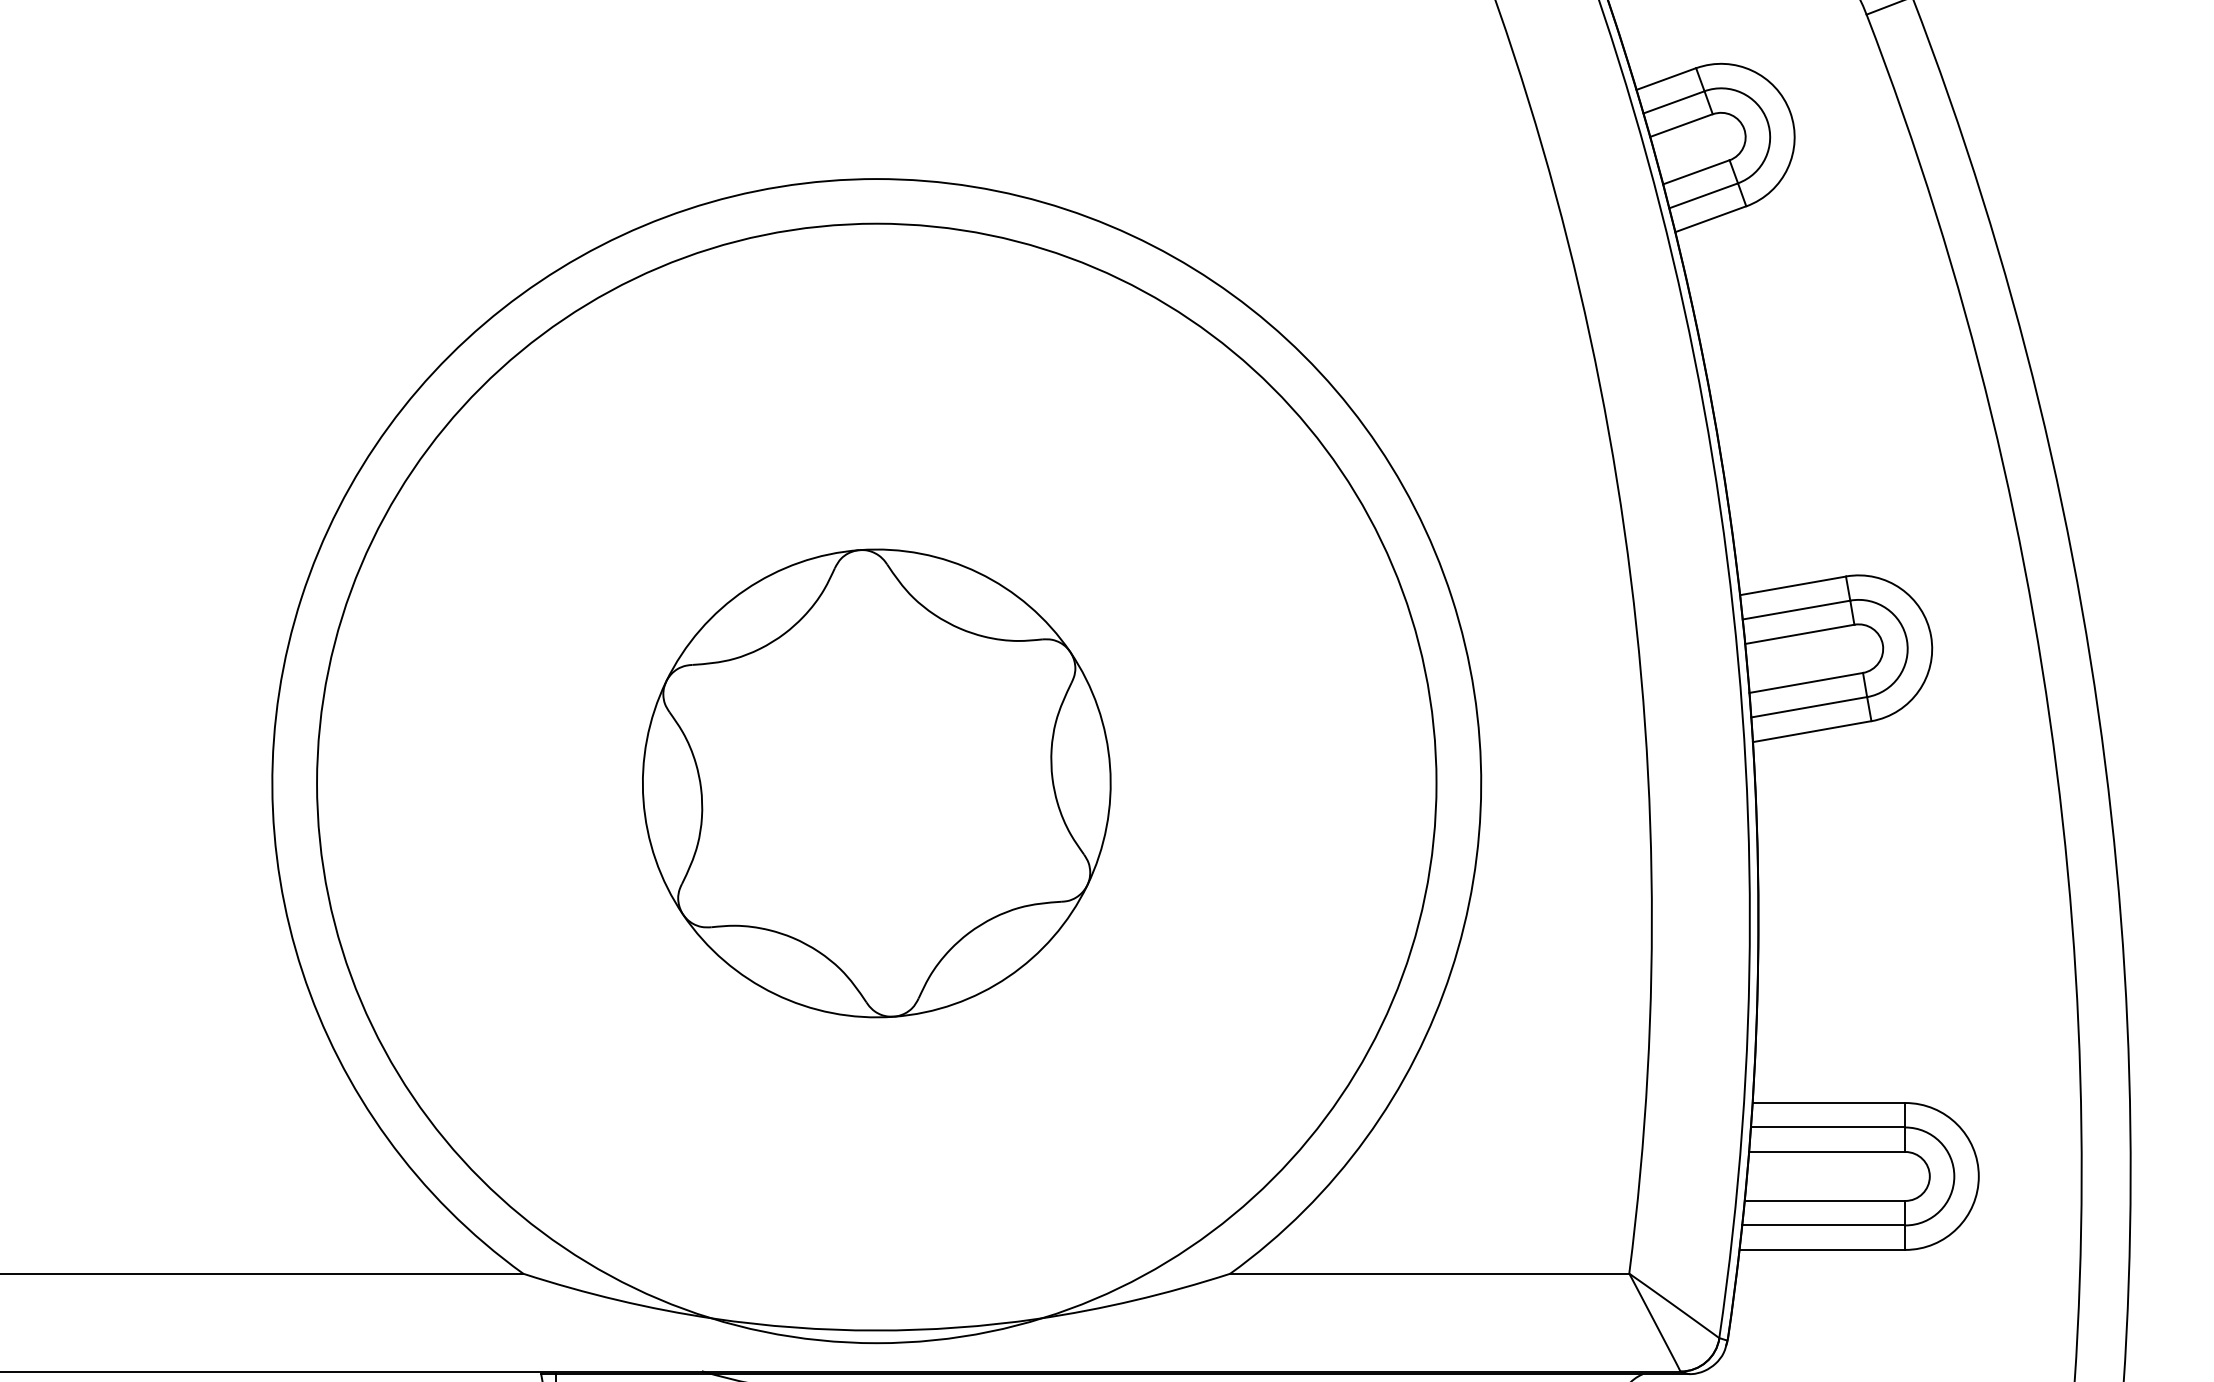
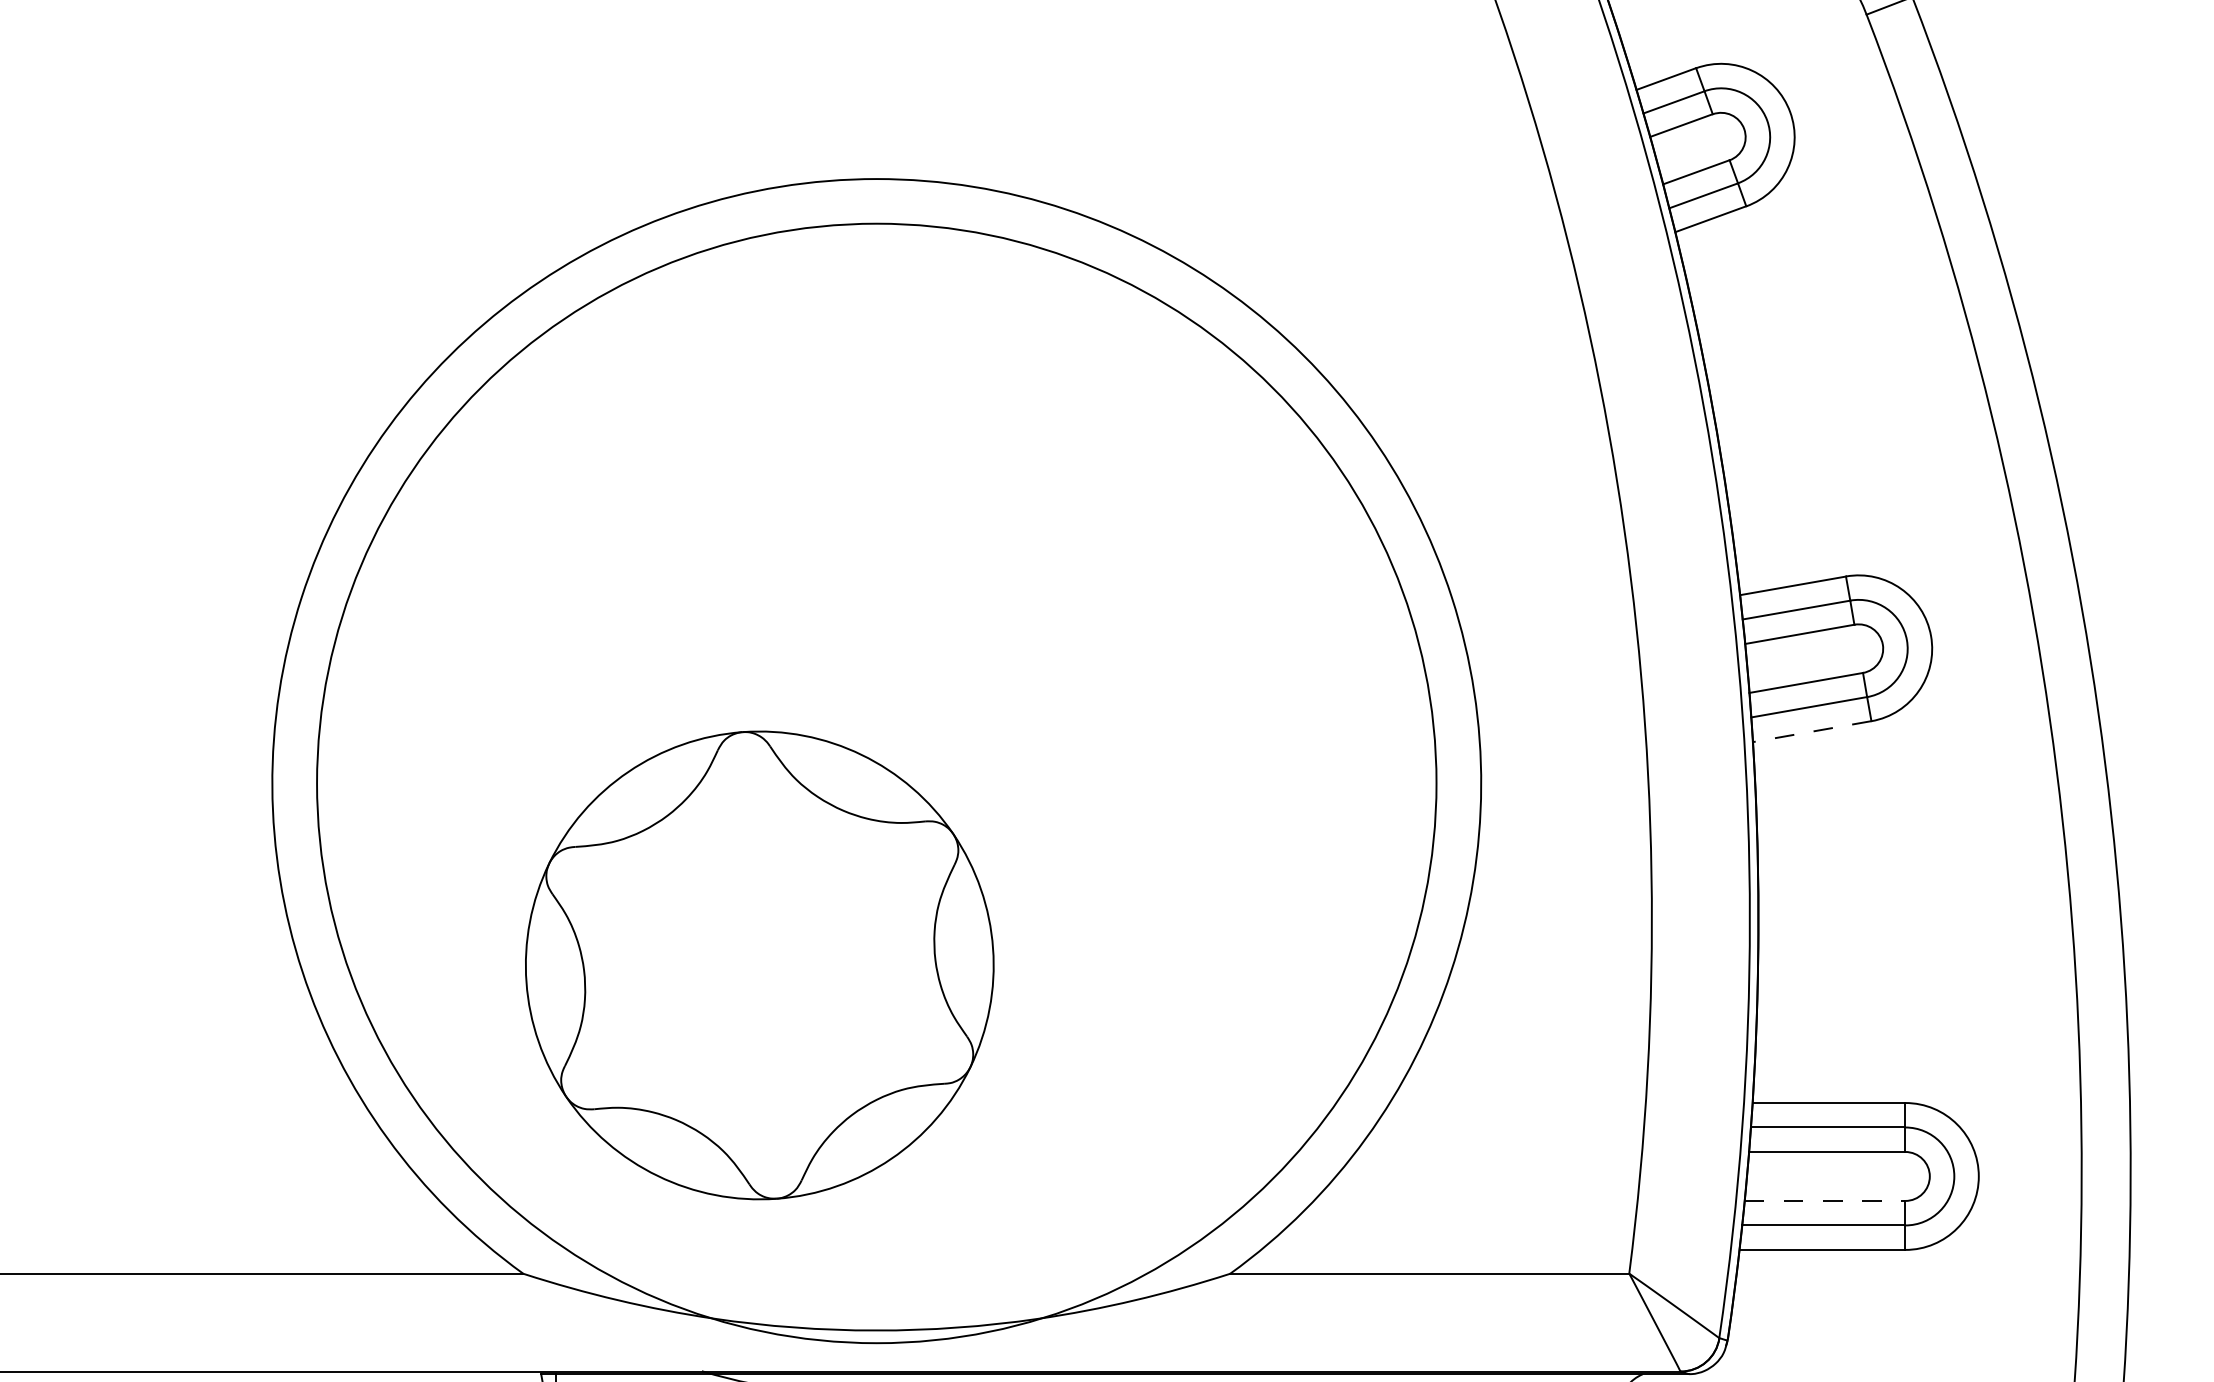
line at (1811, 731): solid -> dashed
part at (876, 783) position: (876, 783) -> (759, 965)
line at (1825, 1200): solid -> dashed
